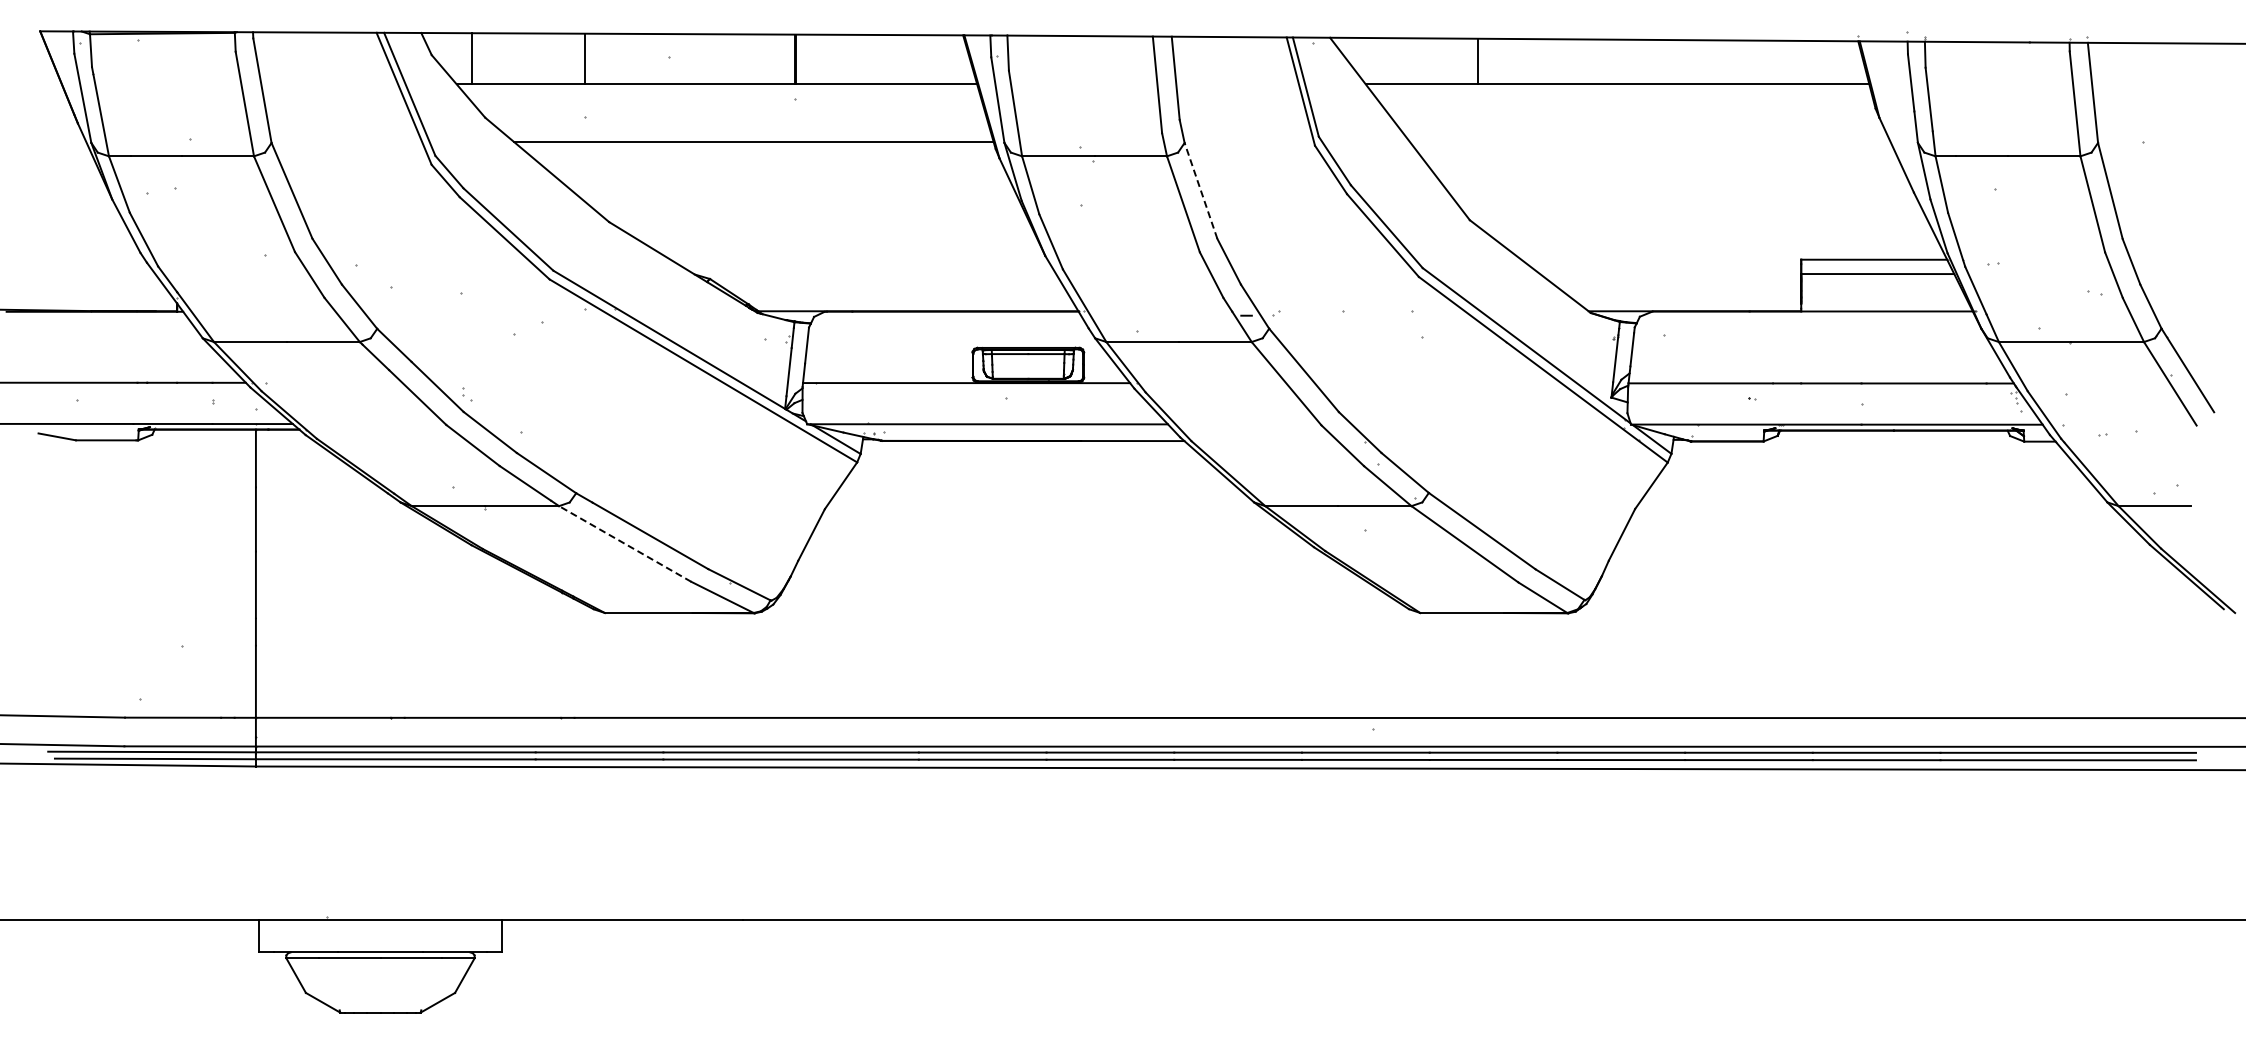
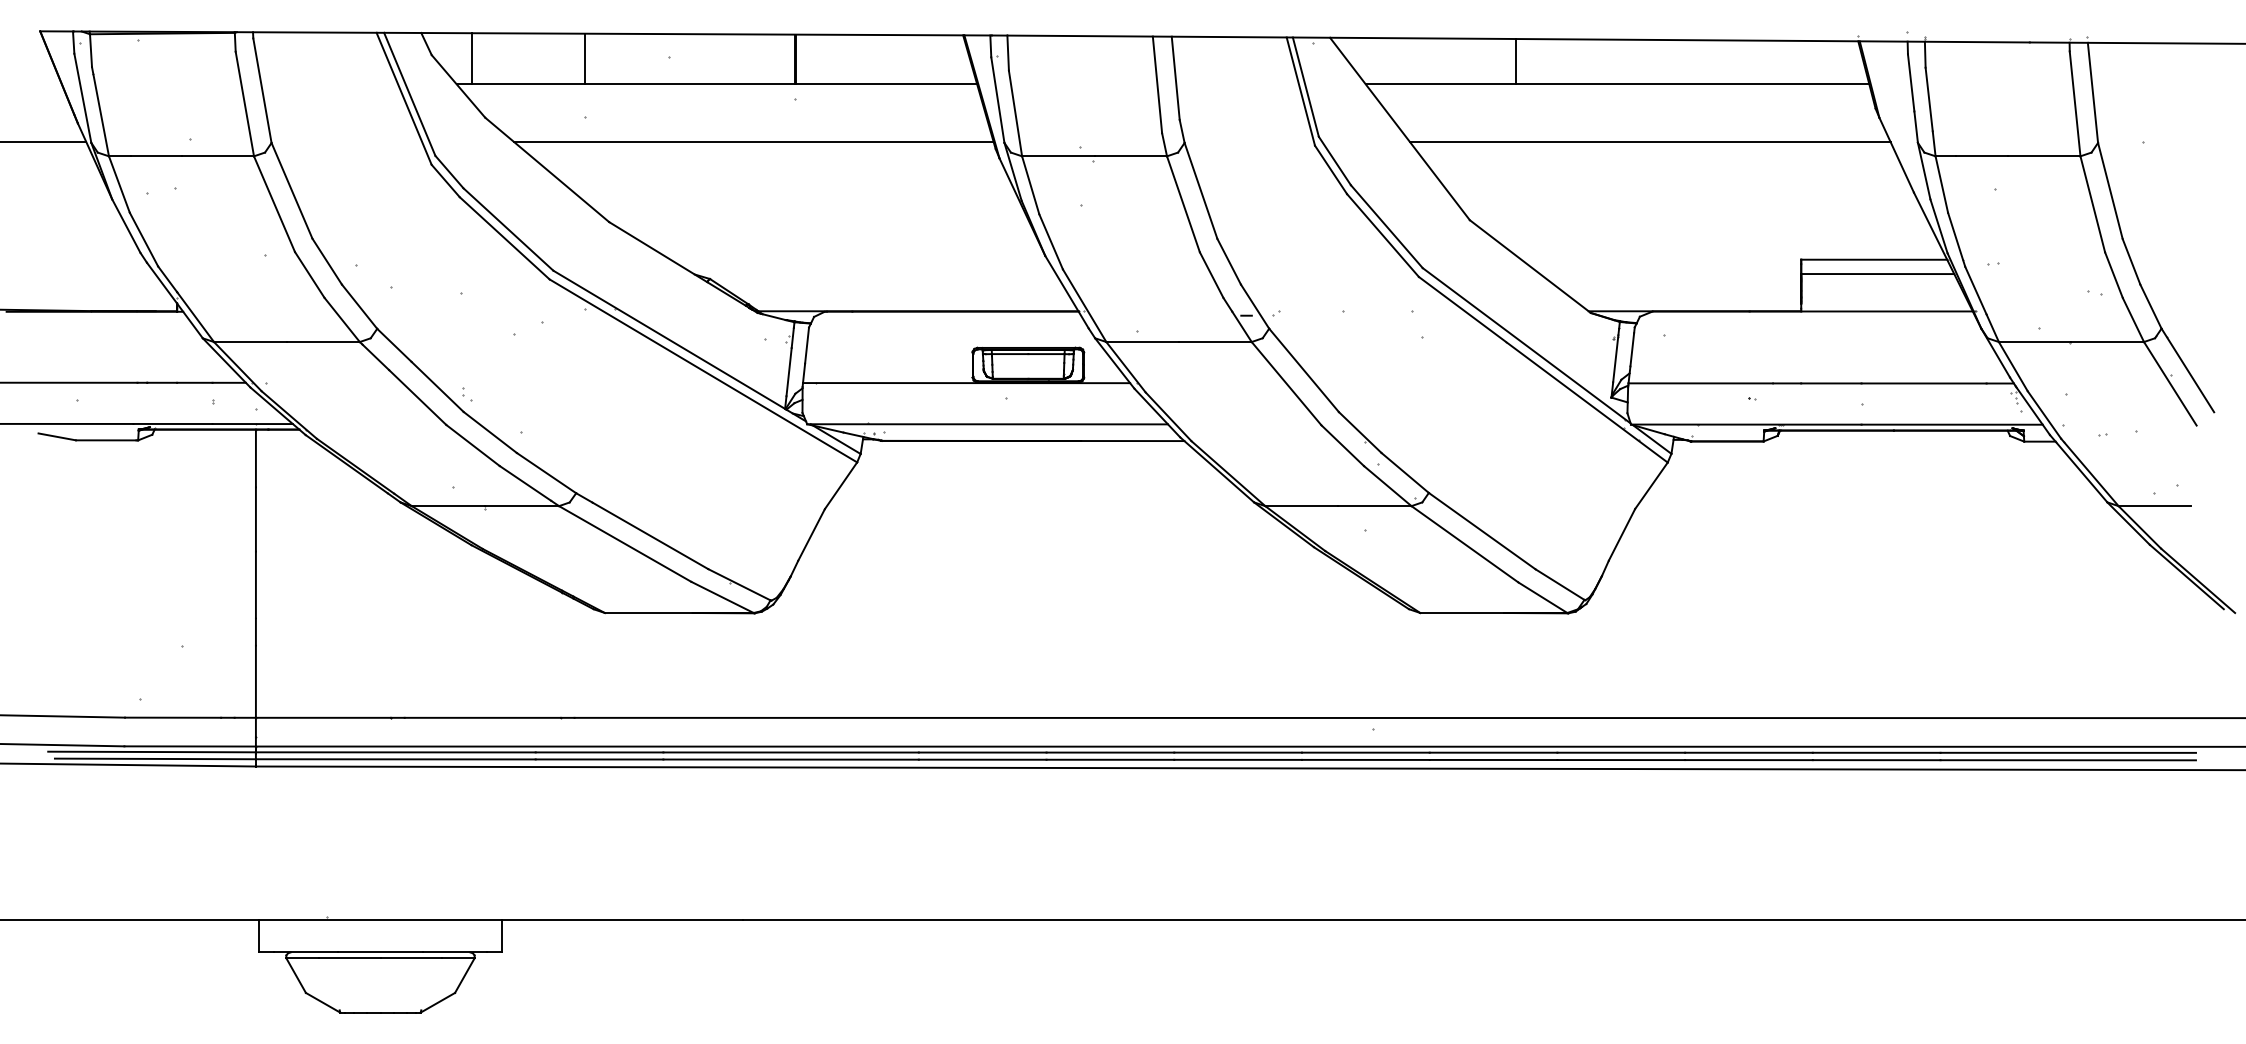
line at (1477, 61) position: (1477, 61) -> (1515, 61)
line at (44, 142): none -> present
line at (1650, 142): none -> present
line at (1201, 190): dashed -> solid
line at (624, 543): dashed -> solid
